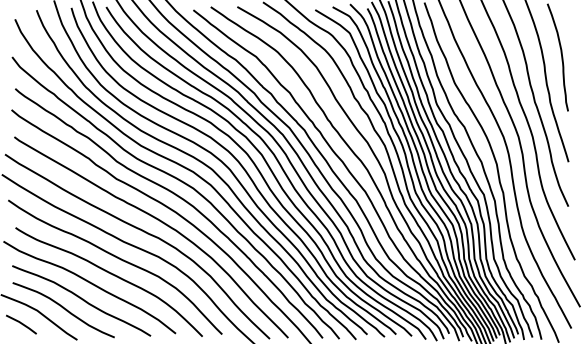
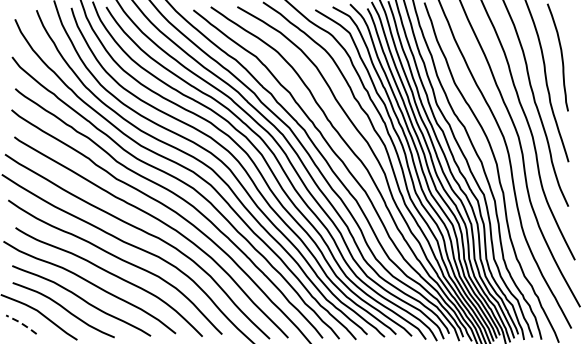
line at (22, 323): solid -> dashed
